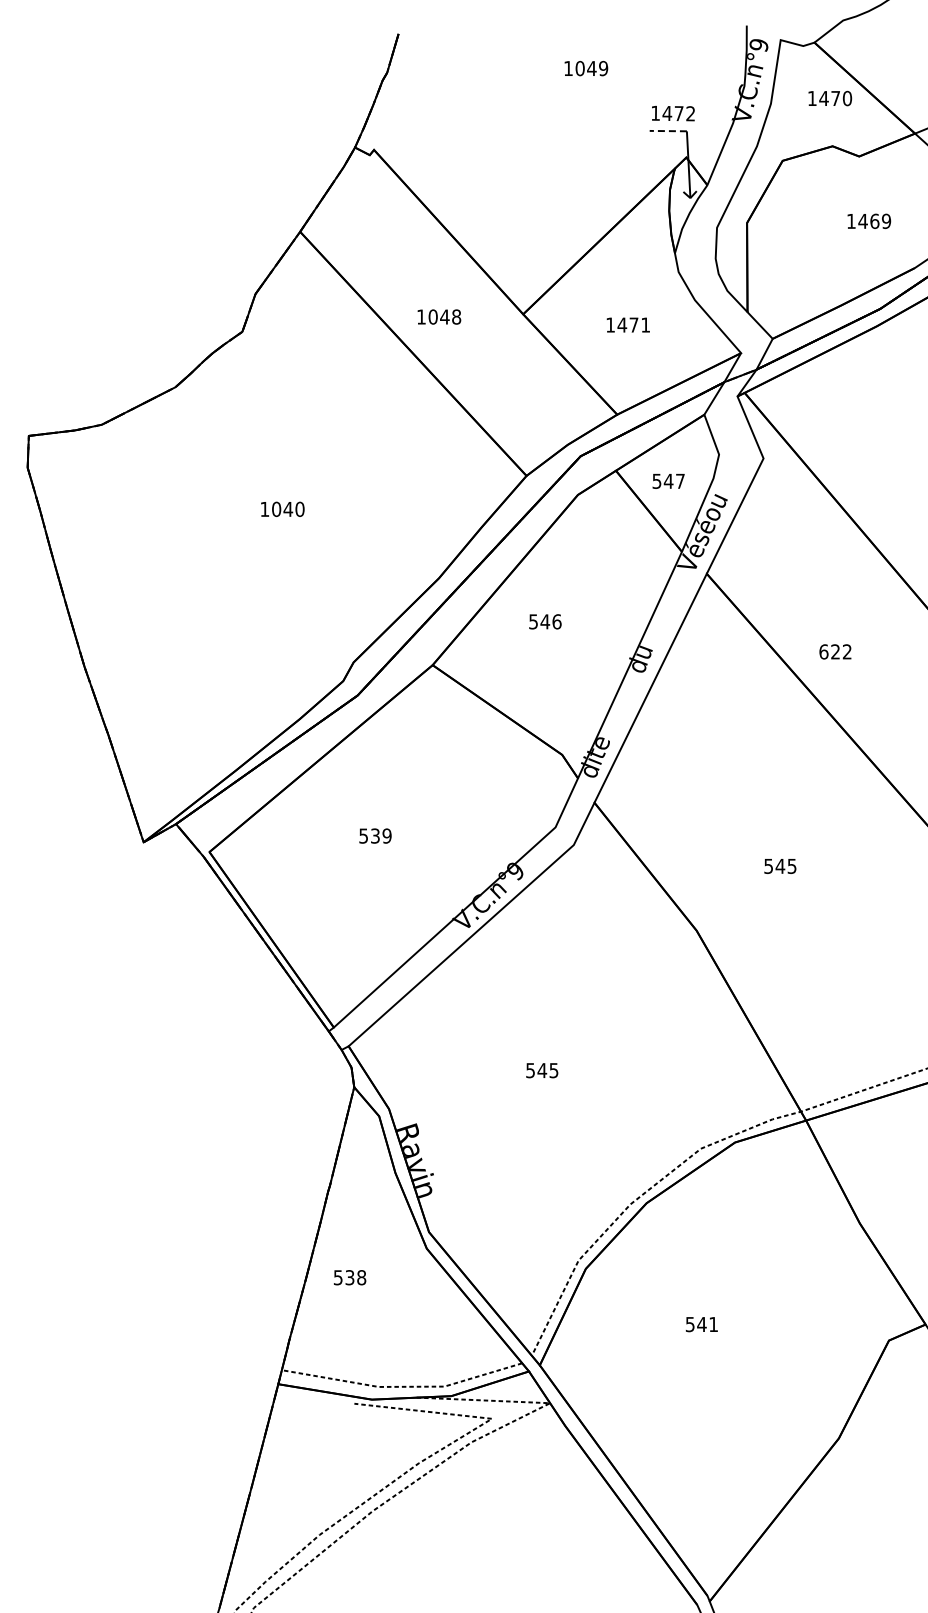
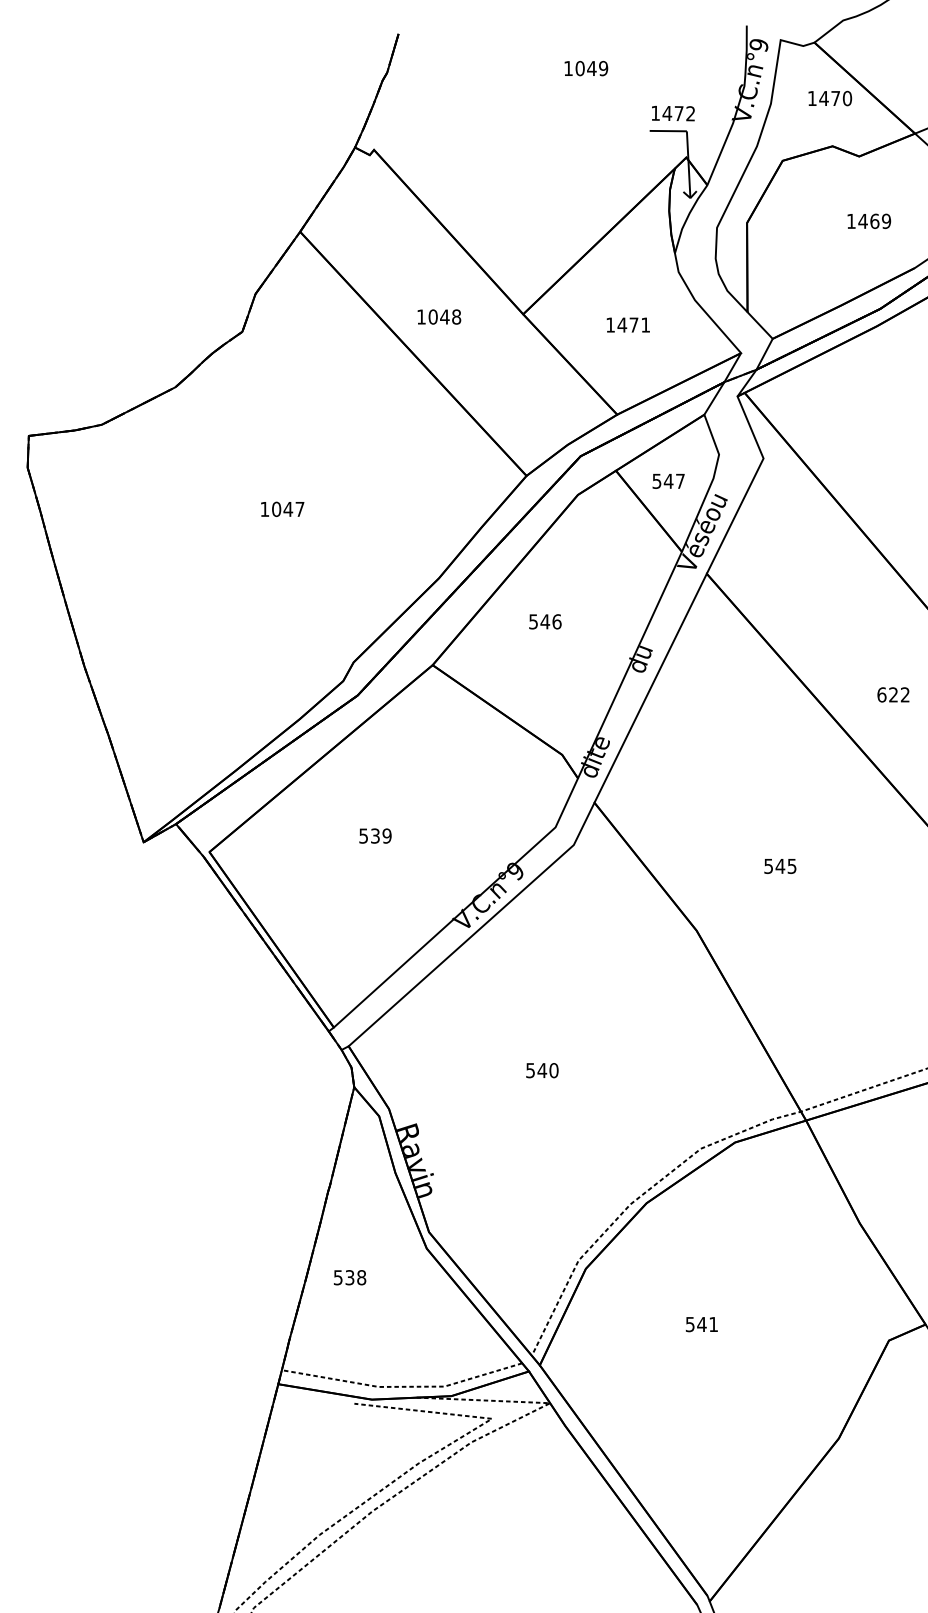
line at (668, 131): dashed -> solid
text at (299, 508): 1040 -> 1047
text at (835, 651) position: (835, 651) -> (893, 694)
text at (553, 1070): 545 -> 540
